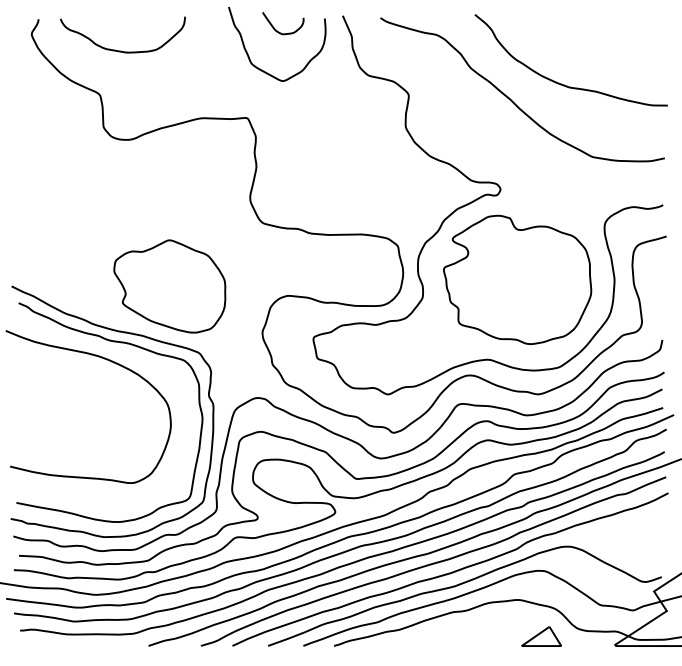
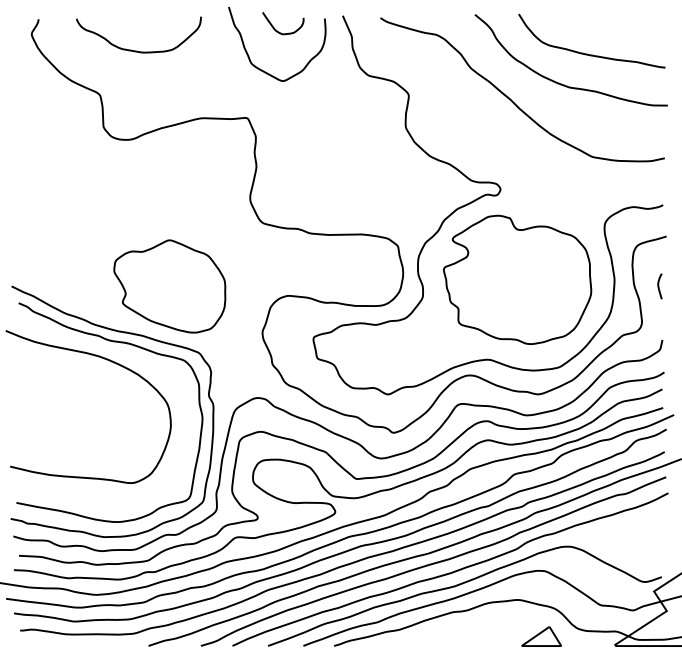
curve at (121, 50) position: (121, 50) -> (137, 50)
curve at (587, 53): none -> present
curve at (659, 286): none -> present
